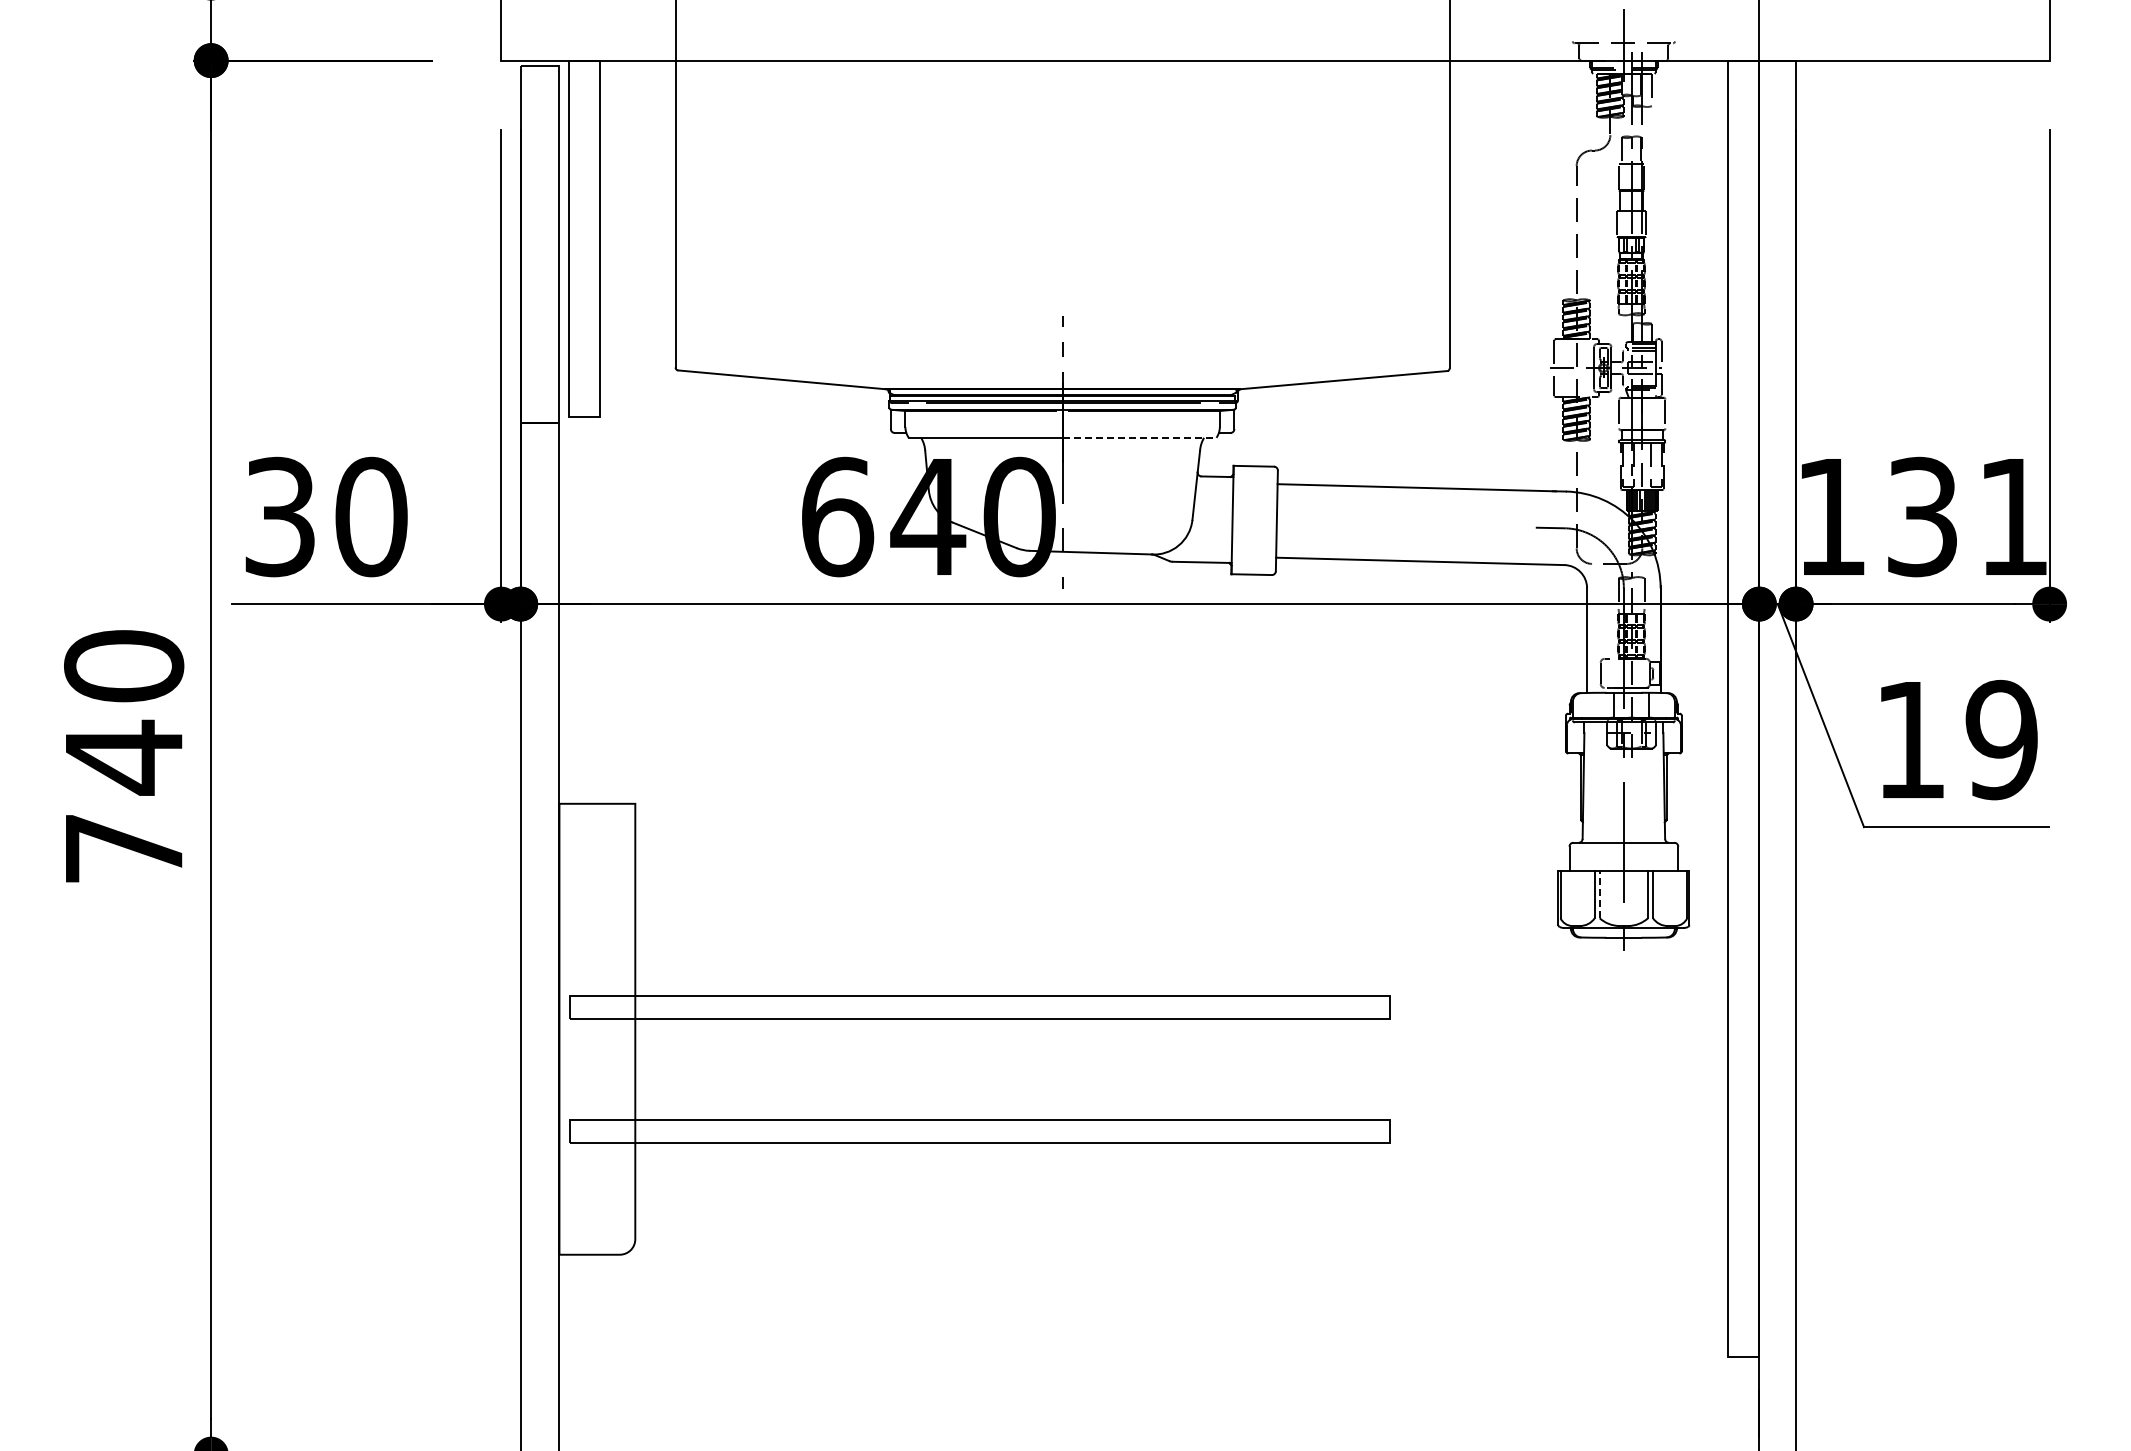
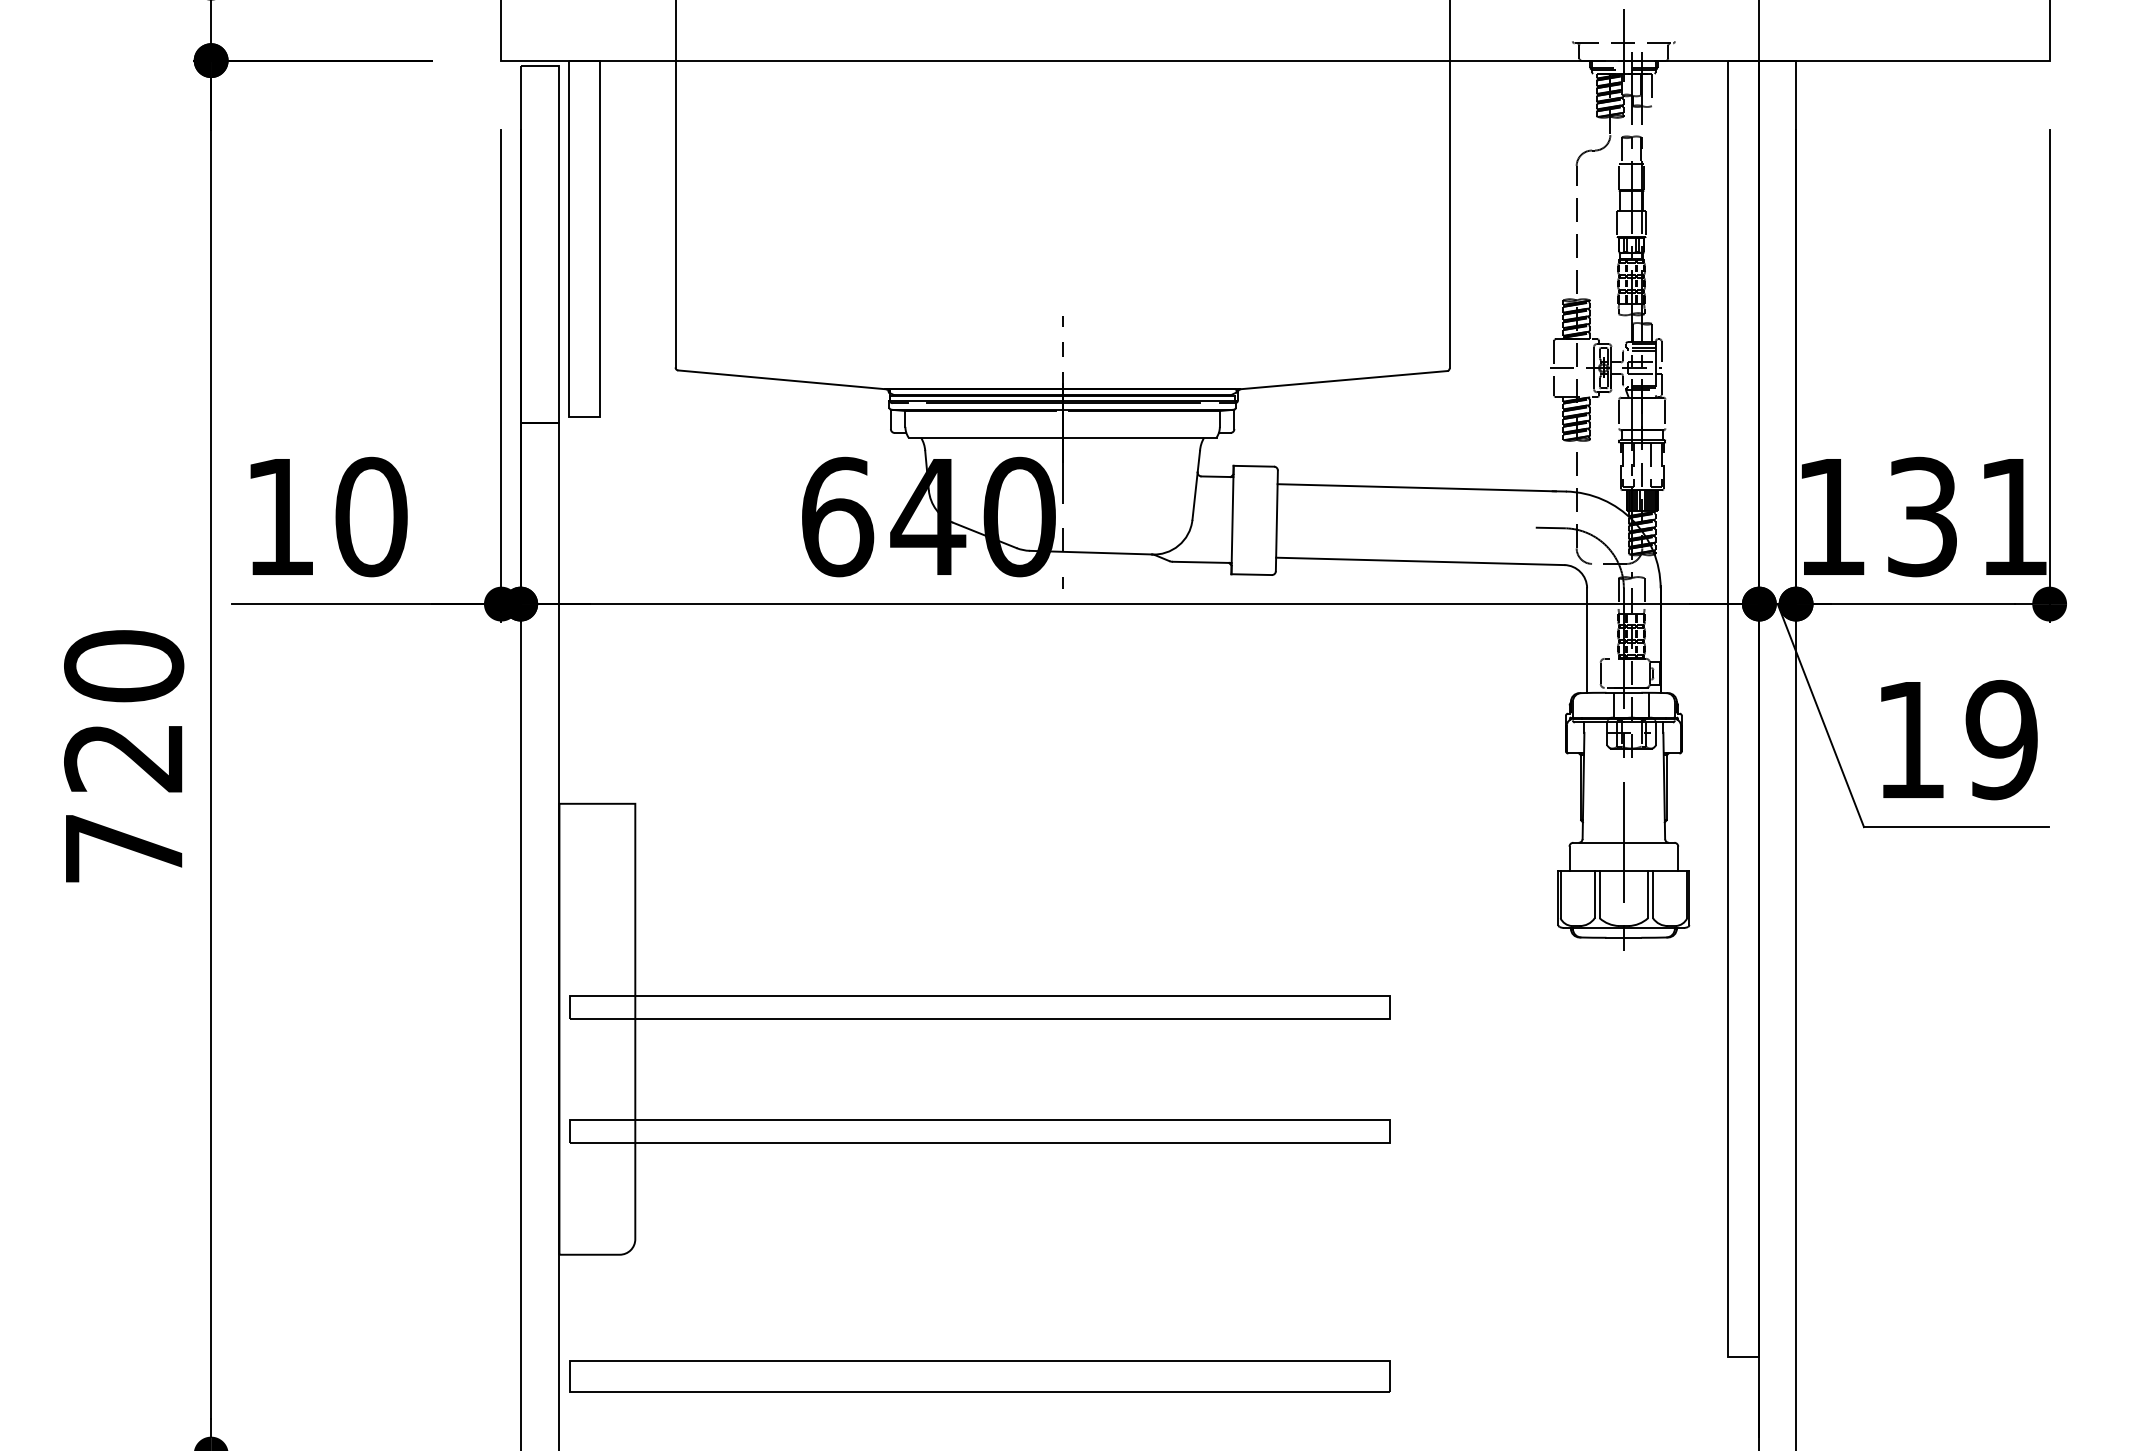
line at (1139, 437): dashed -> solid
text at (279, 516): 30 -> 10
text at (123, 757): 740 -> 720
line at (1599, 894): dashed -> solid
part at (979, 1376): none -> present
